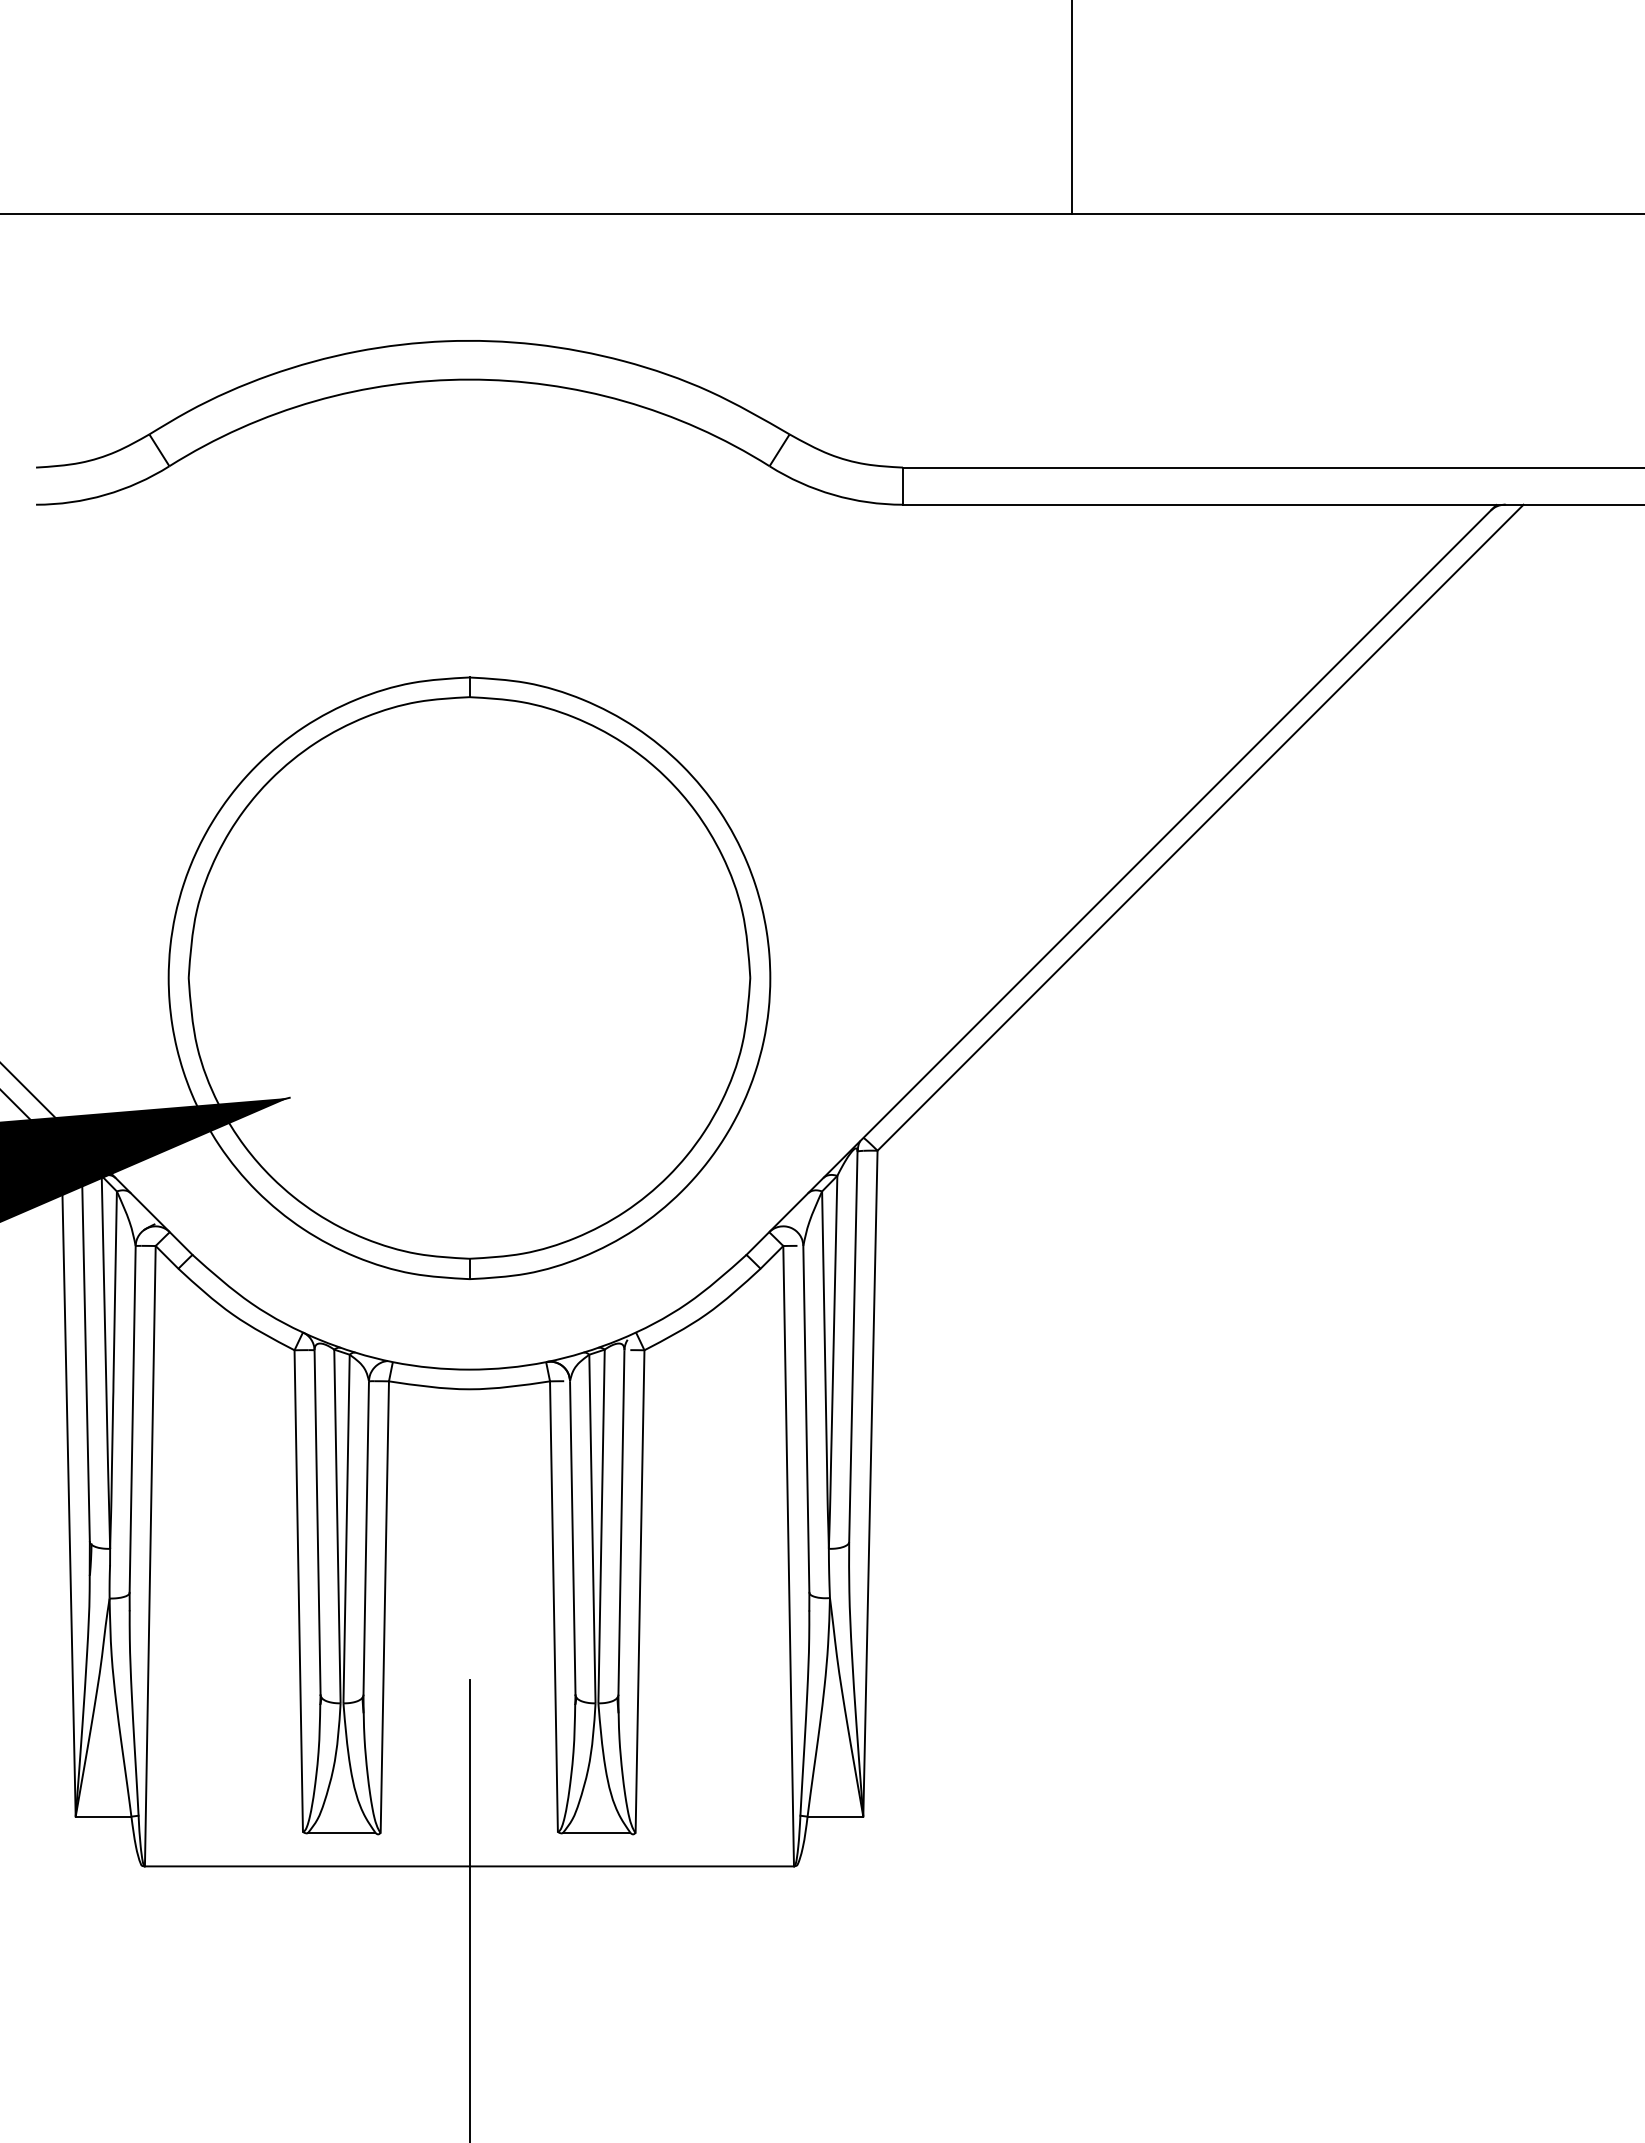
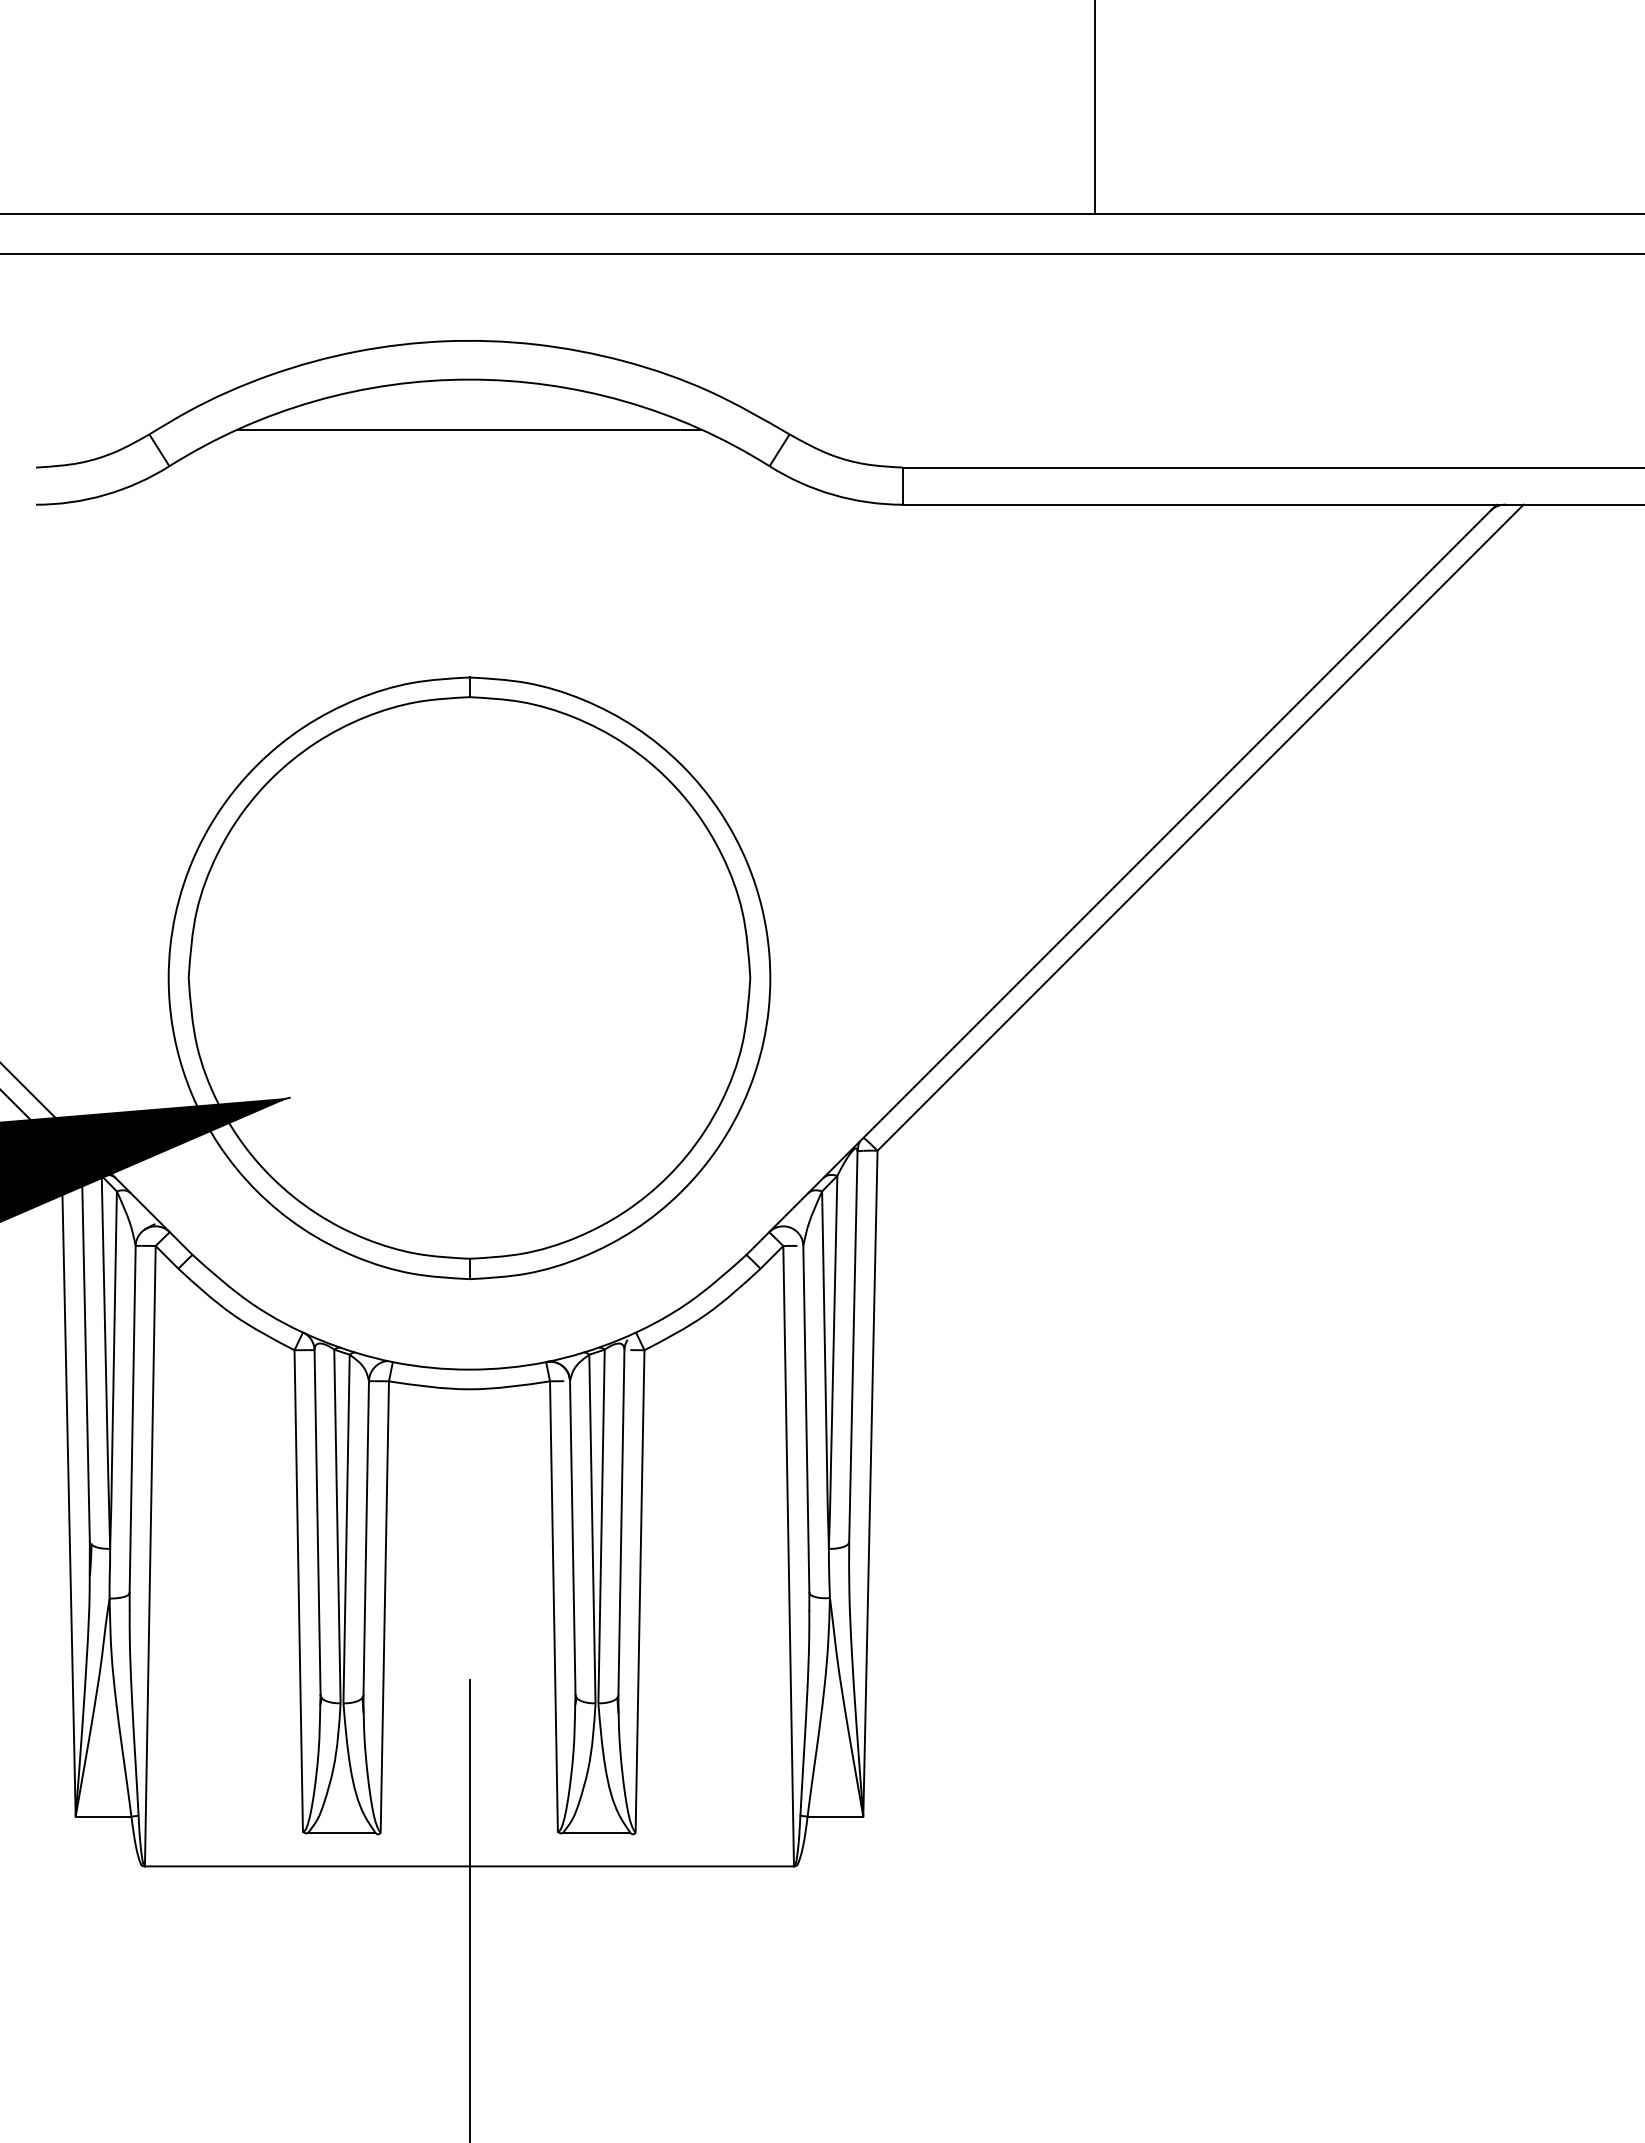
line at (1072, 108) position: (1072, 108) -> (1095, 108)
line at (821, 253): none -> present
line at (469, 429): none -> present
